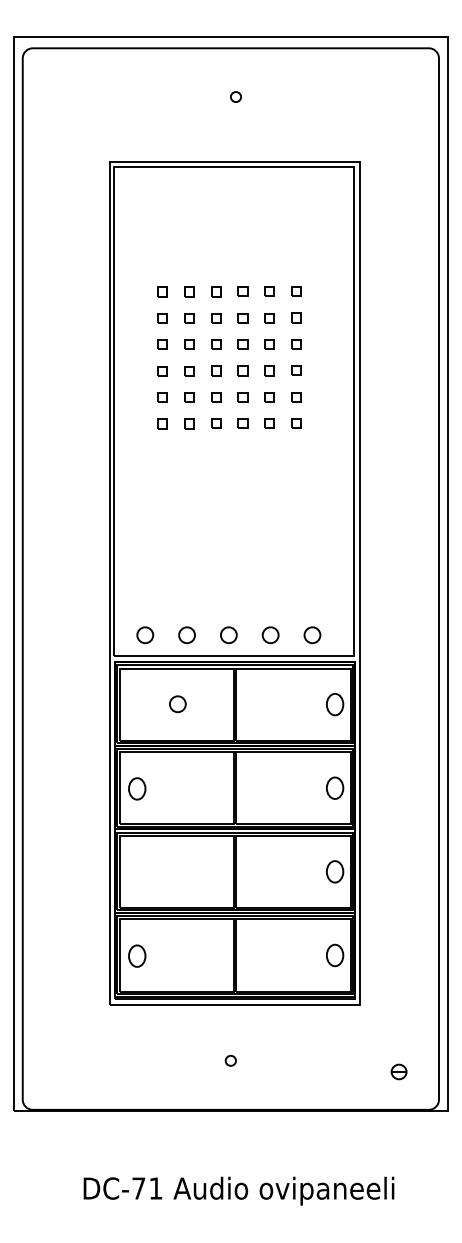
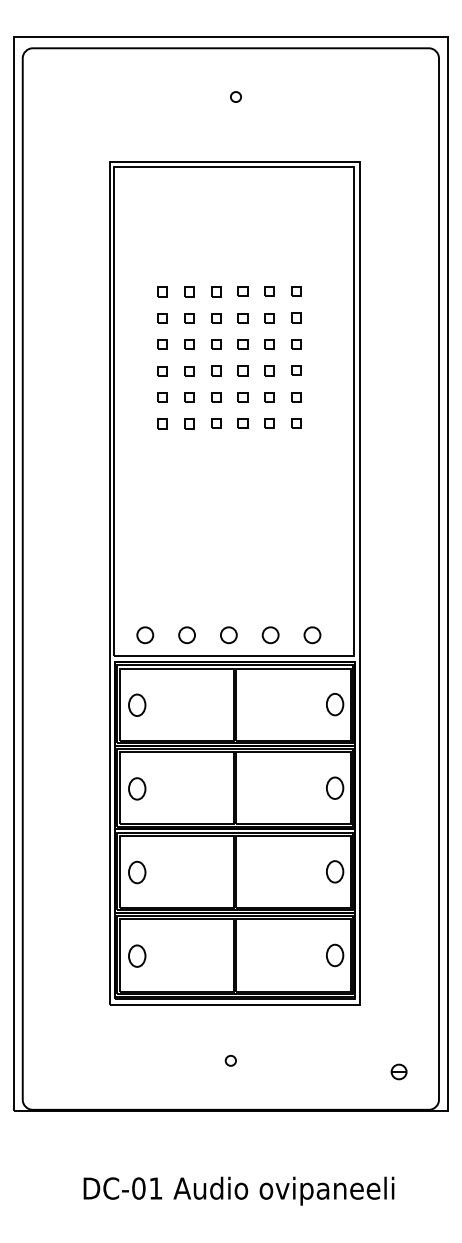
part at (137, 704): none -> present
part at (177, 704): present -> none
part at (137, 872): none -> present
text at (138, 1188): DC-71 -> DC-01
